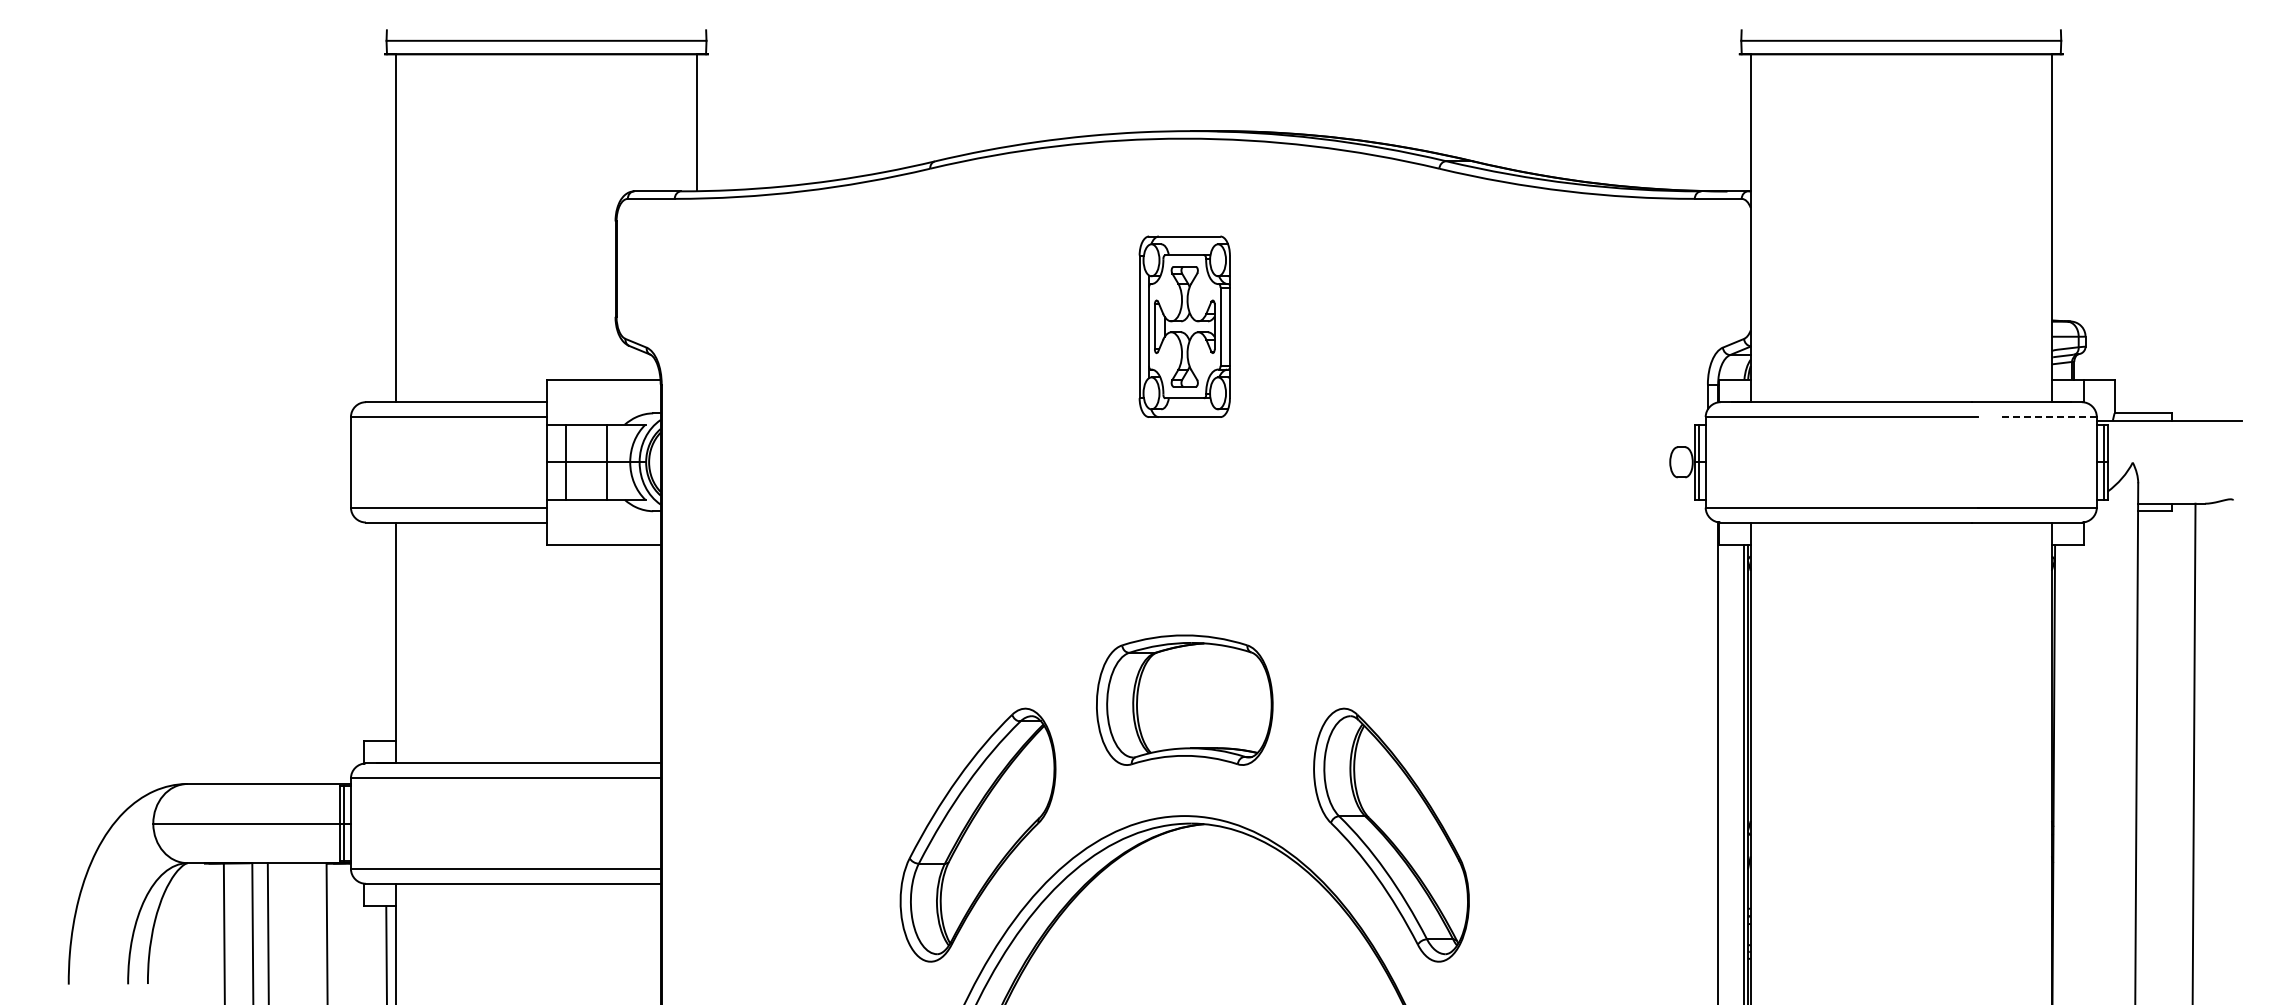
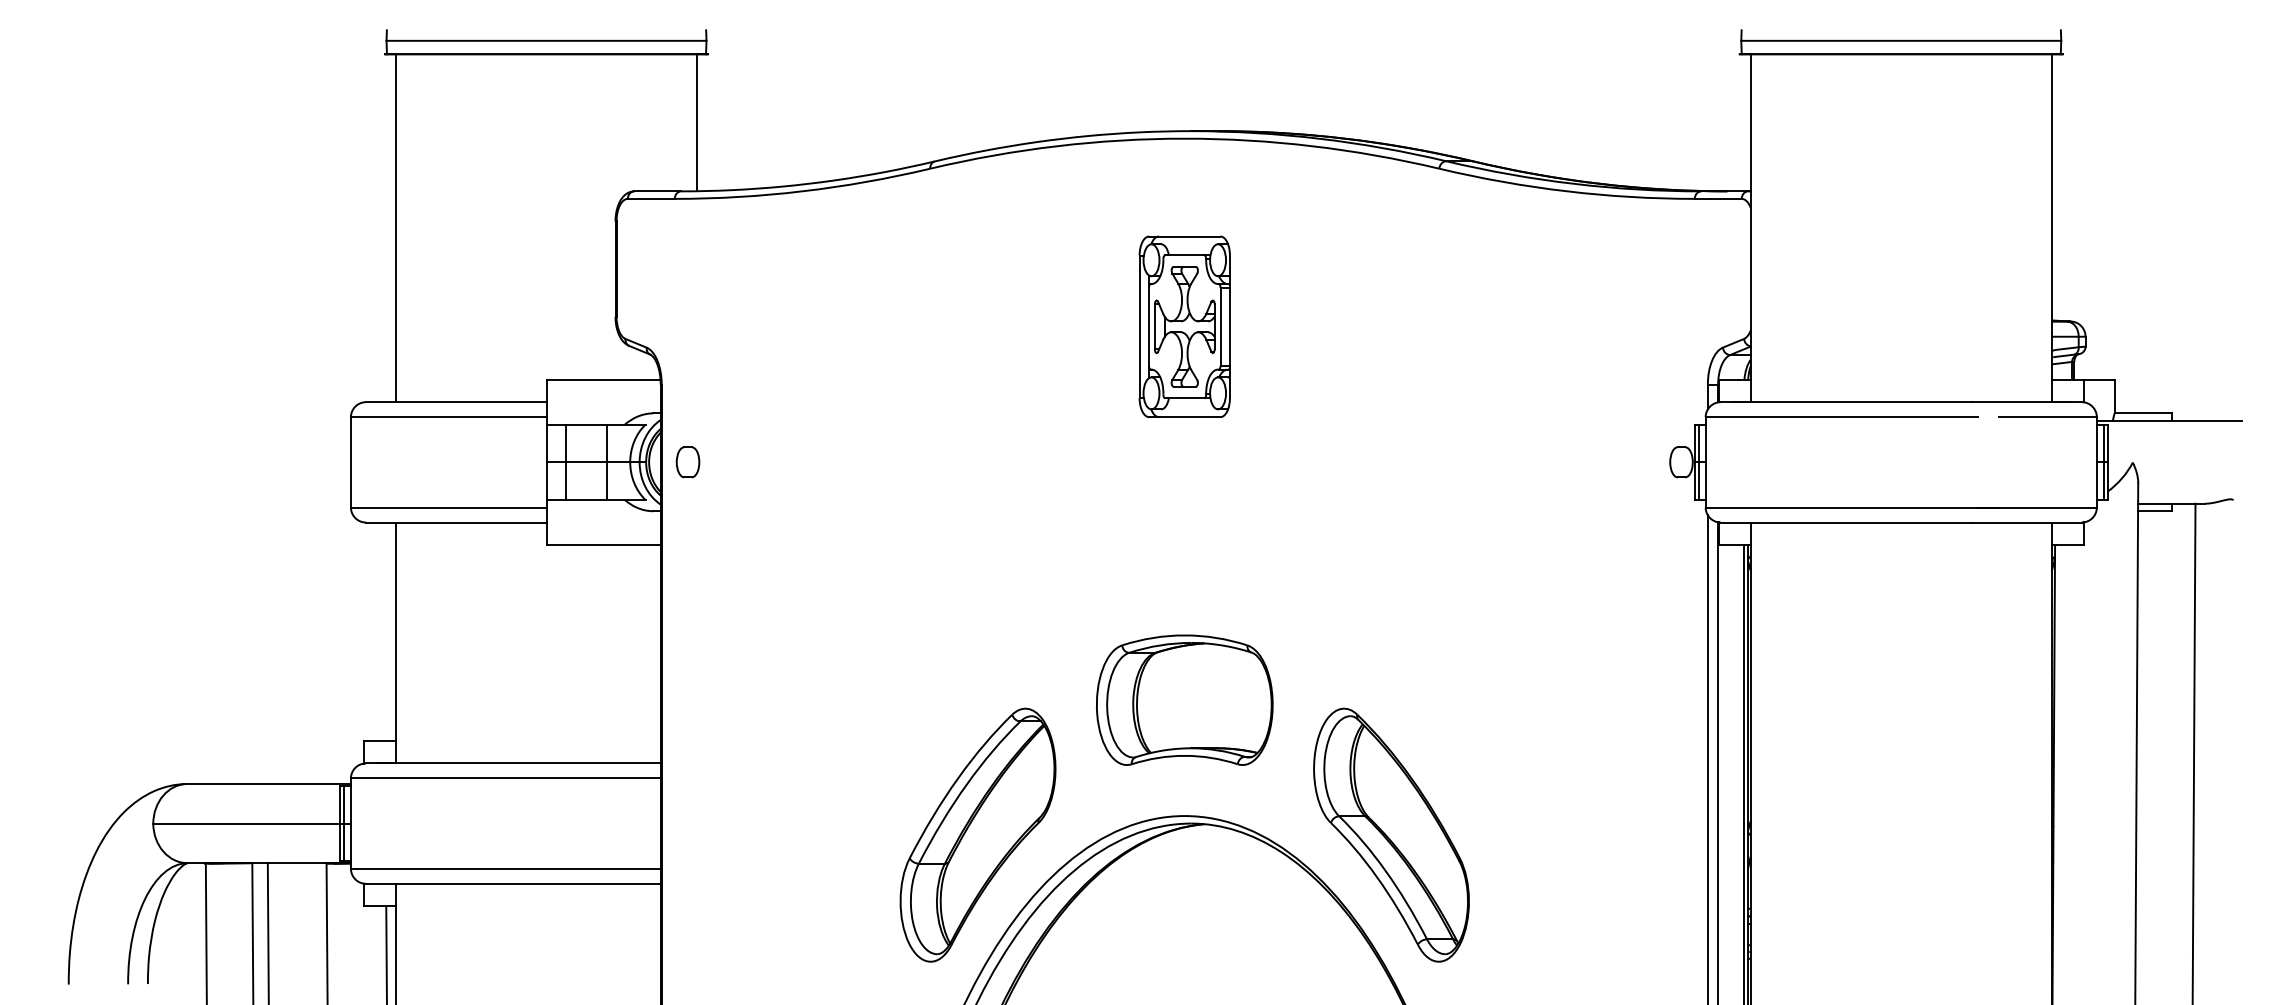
line at (2047, 417): dashed -> solid
part at (687, 462): none -> present
line at (1707, 758): none -> present
line at (223, 932) position: (223, 932) -> (205, 932)
